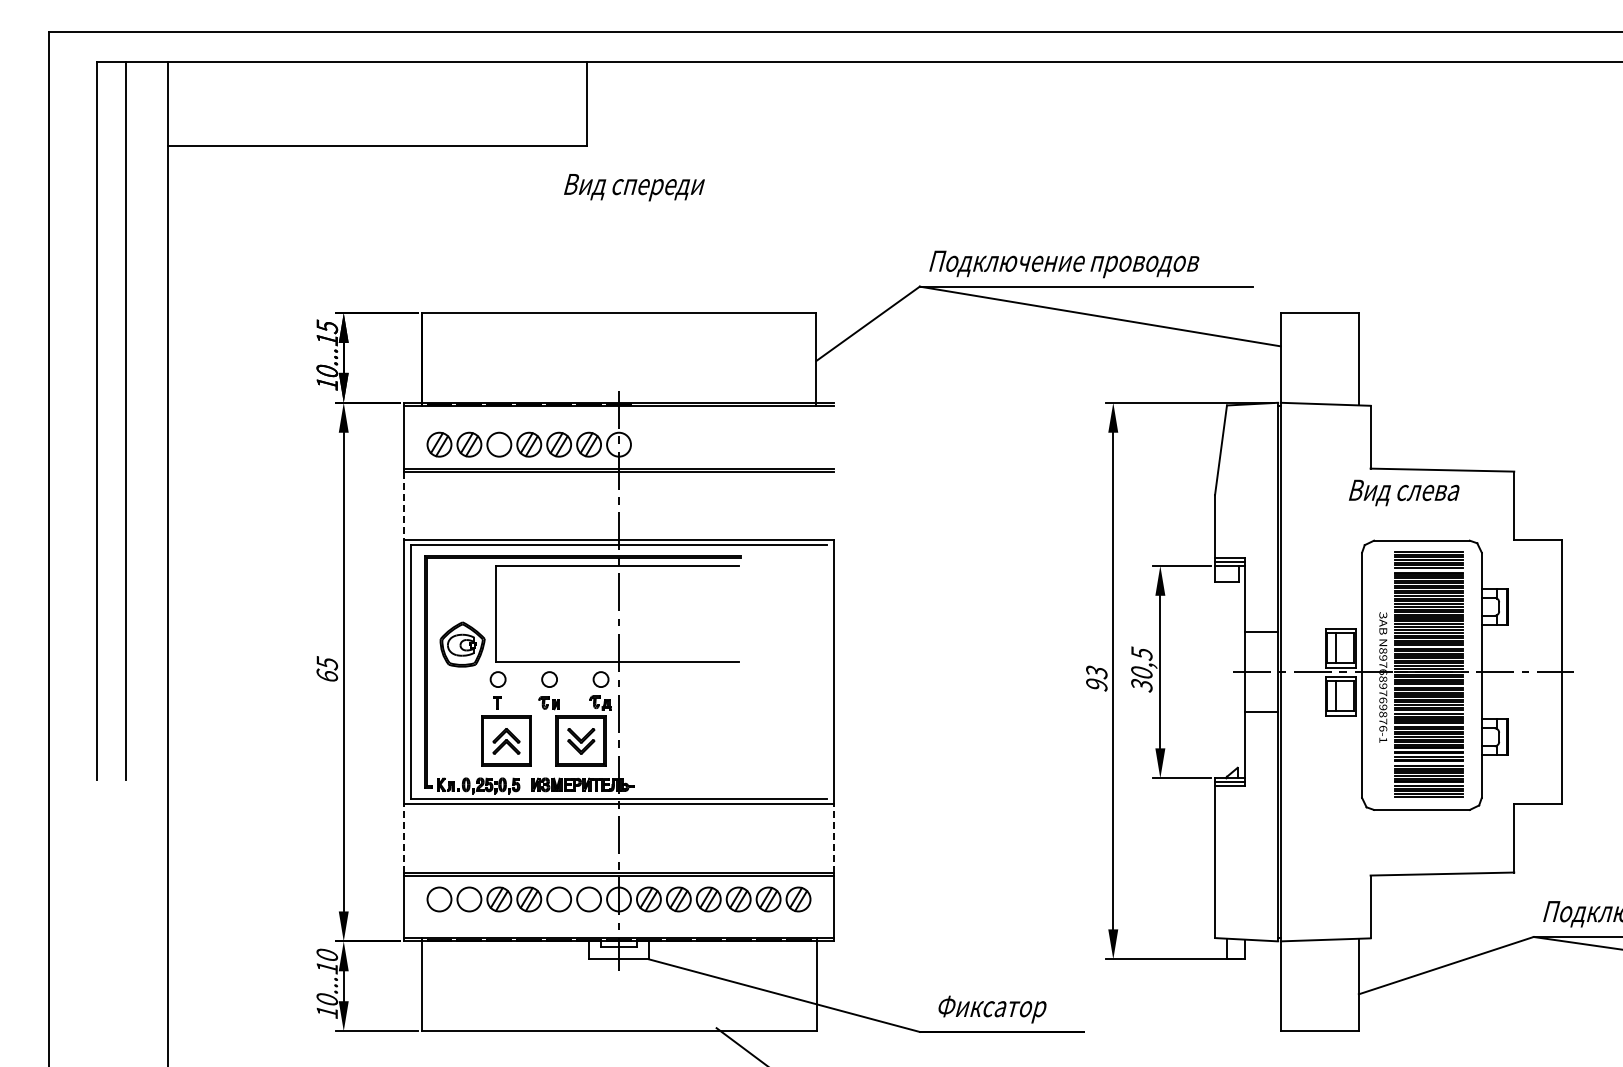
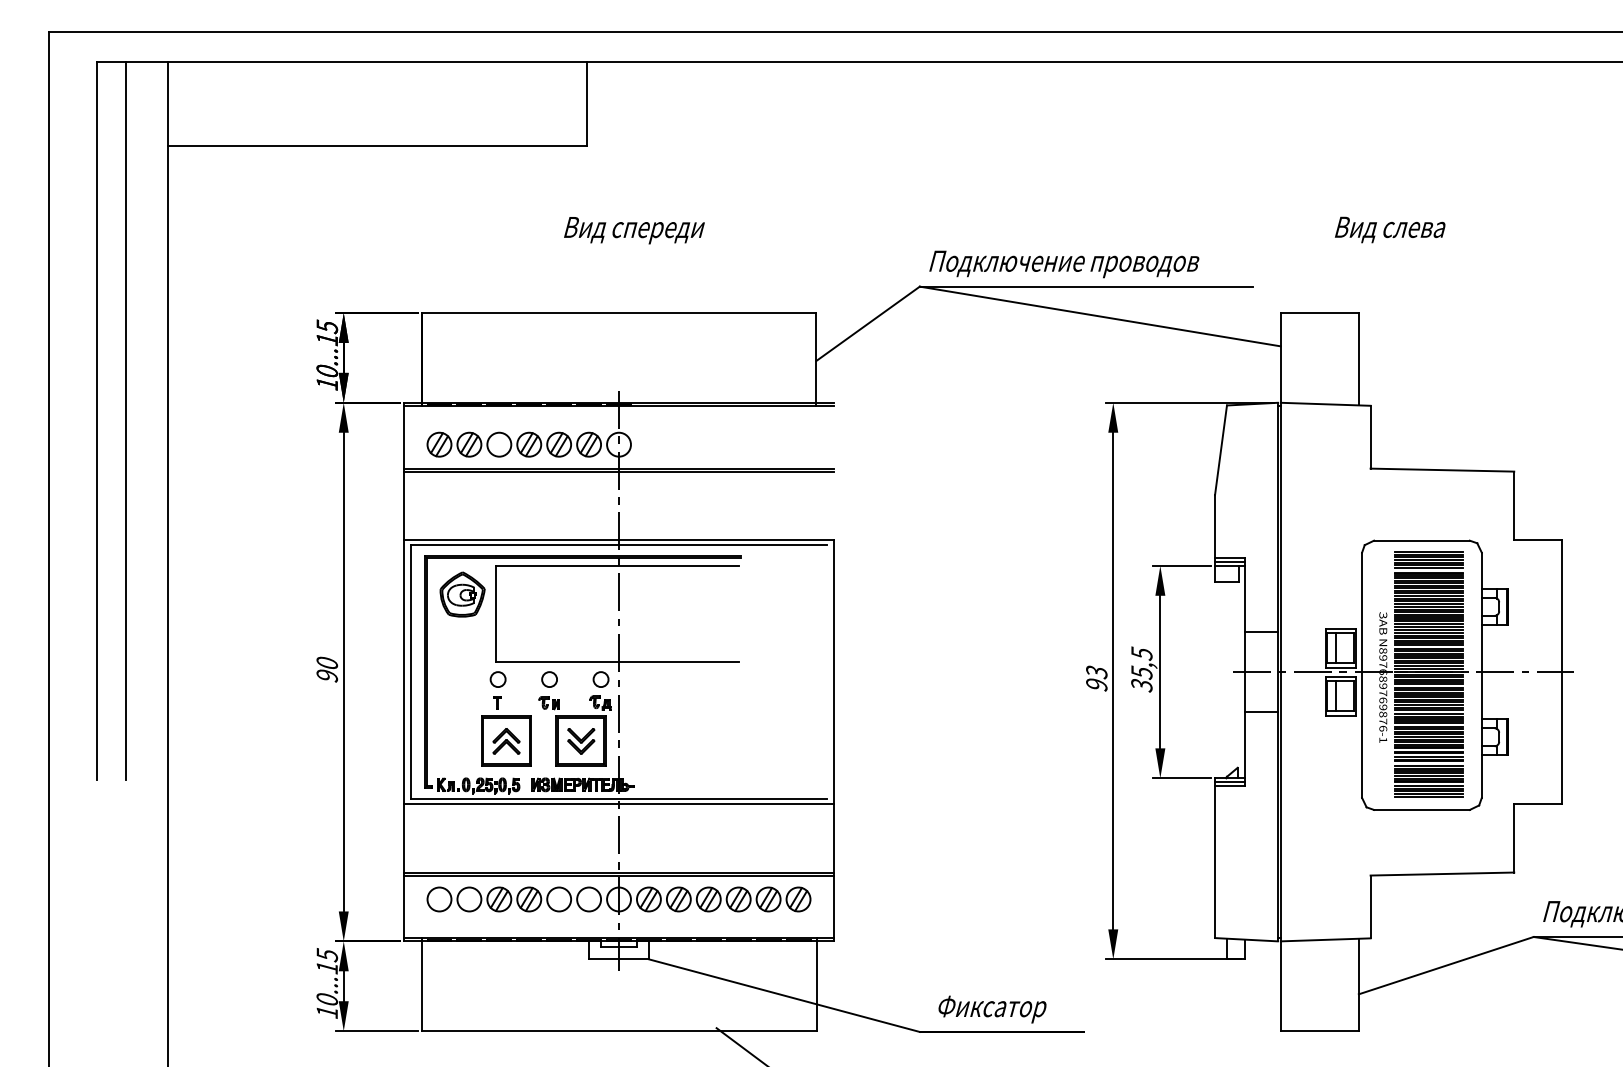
text at (634, 187) position: (634, 187) -> (634, 230)
text at (1404, 492) position: (1404, 492) -> (1390, 229)
line at (403, 506): dashed -> solid
part at (462, 644) position: (462, 644) -> (462, 594)
text at (327, 669): 65 -> 90
text at (1141, 672): 30,5 -> 35,5
line at (403, 837): dashed -> solid
line at (834, 837): dashed -> solid
text at (326, 955): 10...10 -> 10...15
